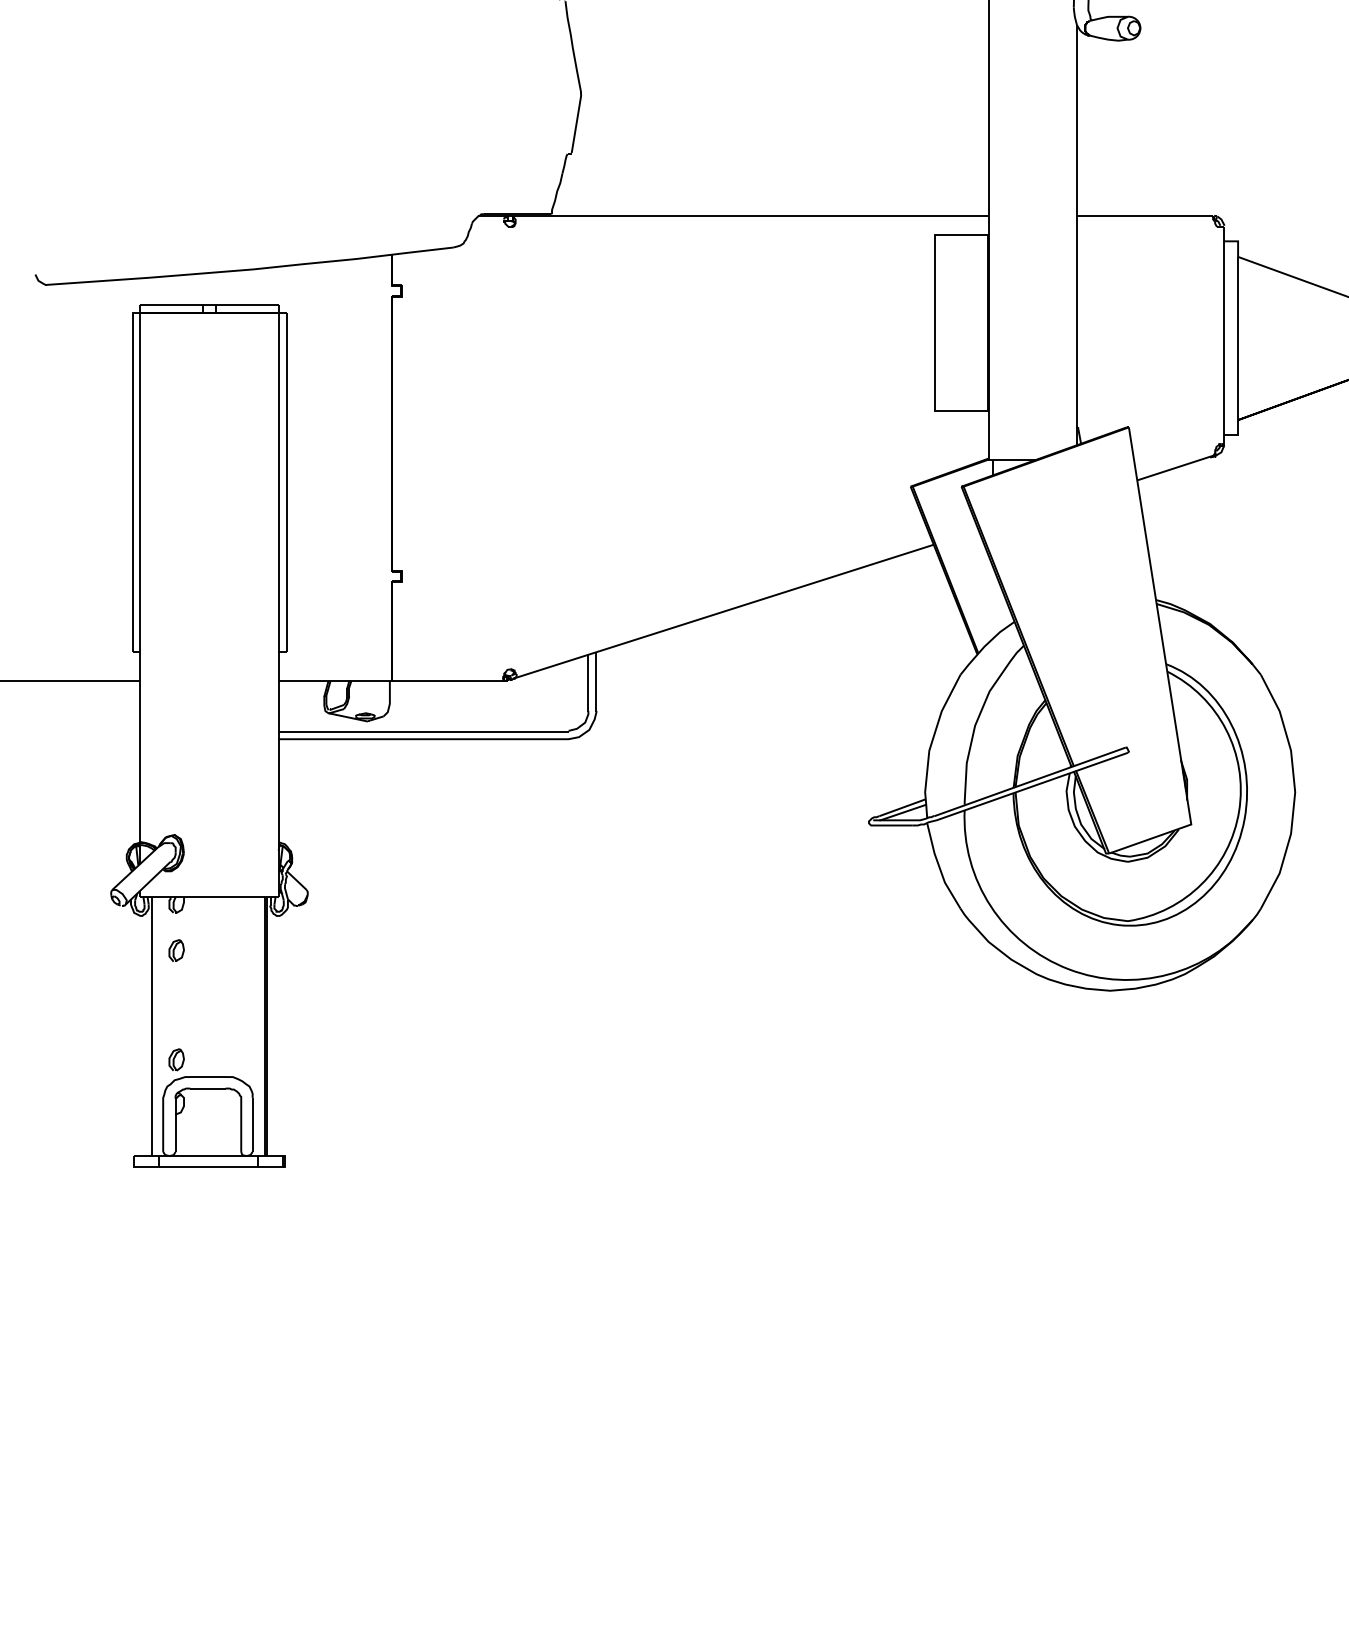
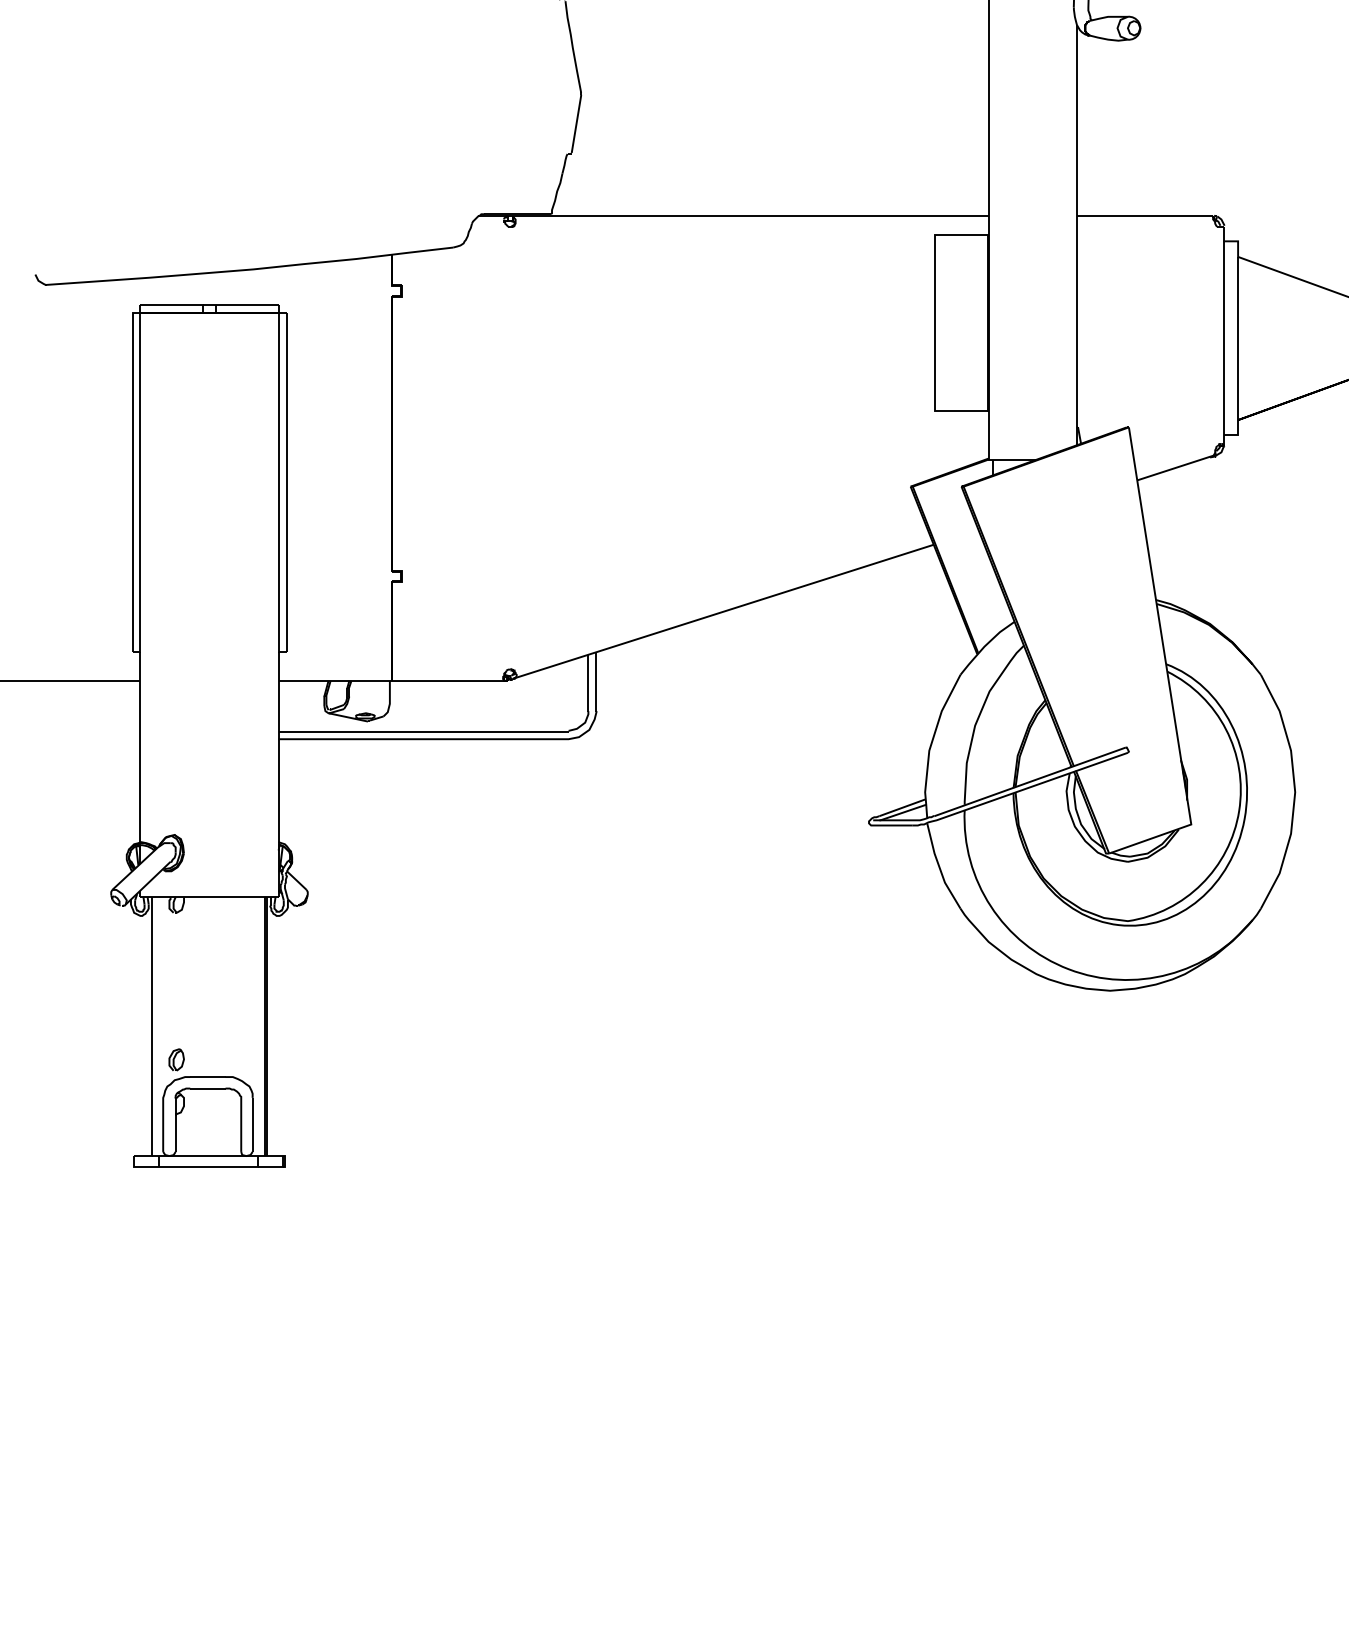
part at (176, 950): present -> none
